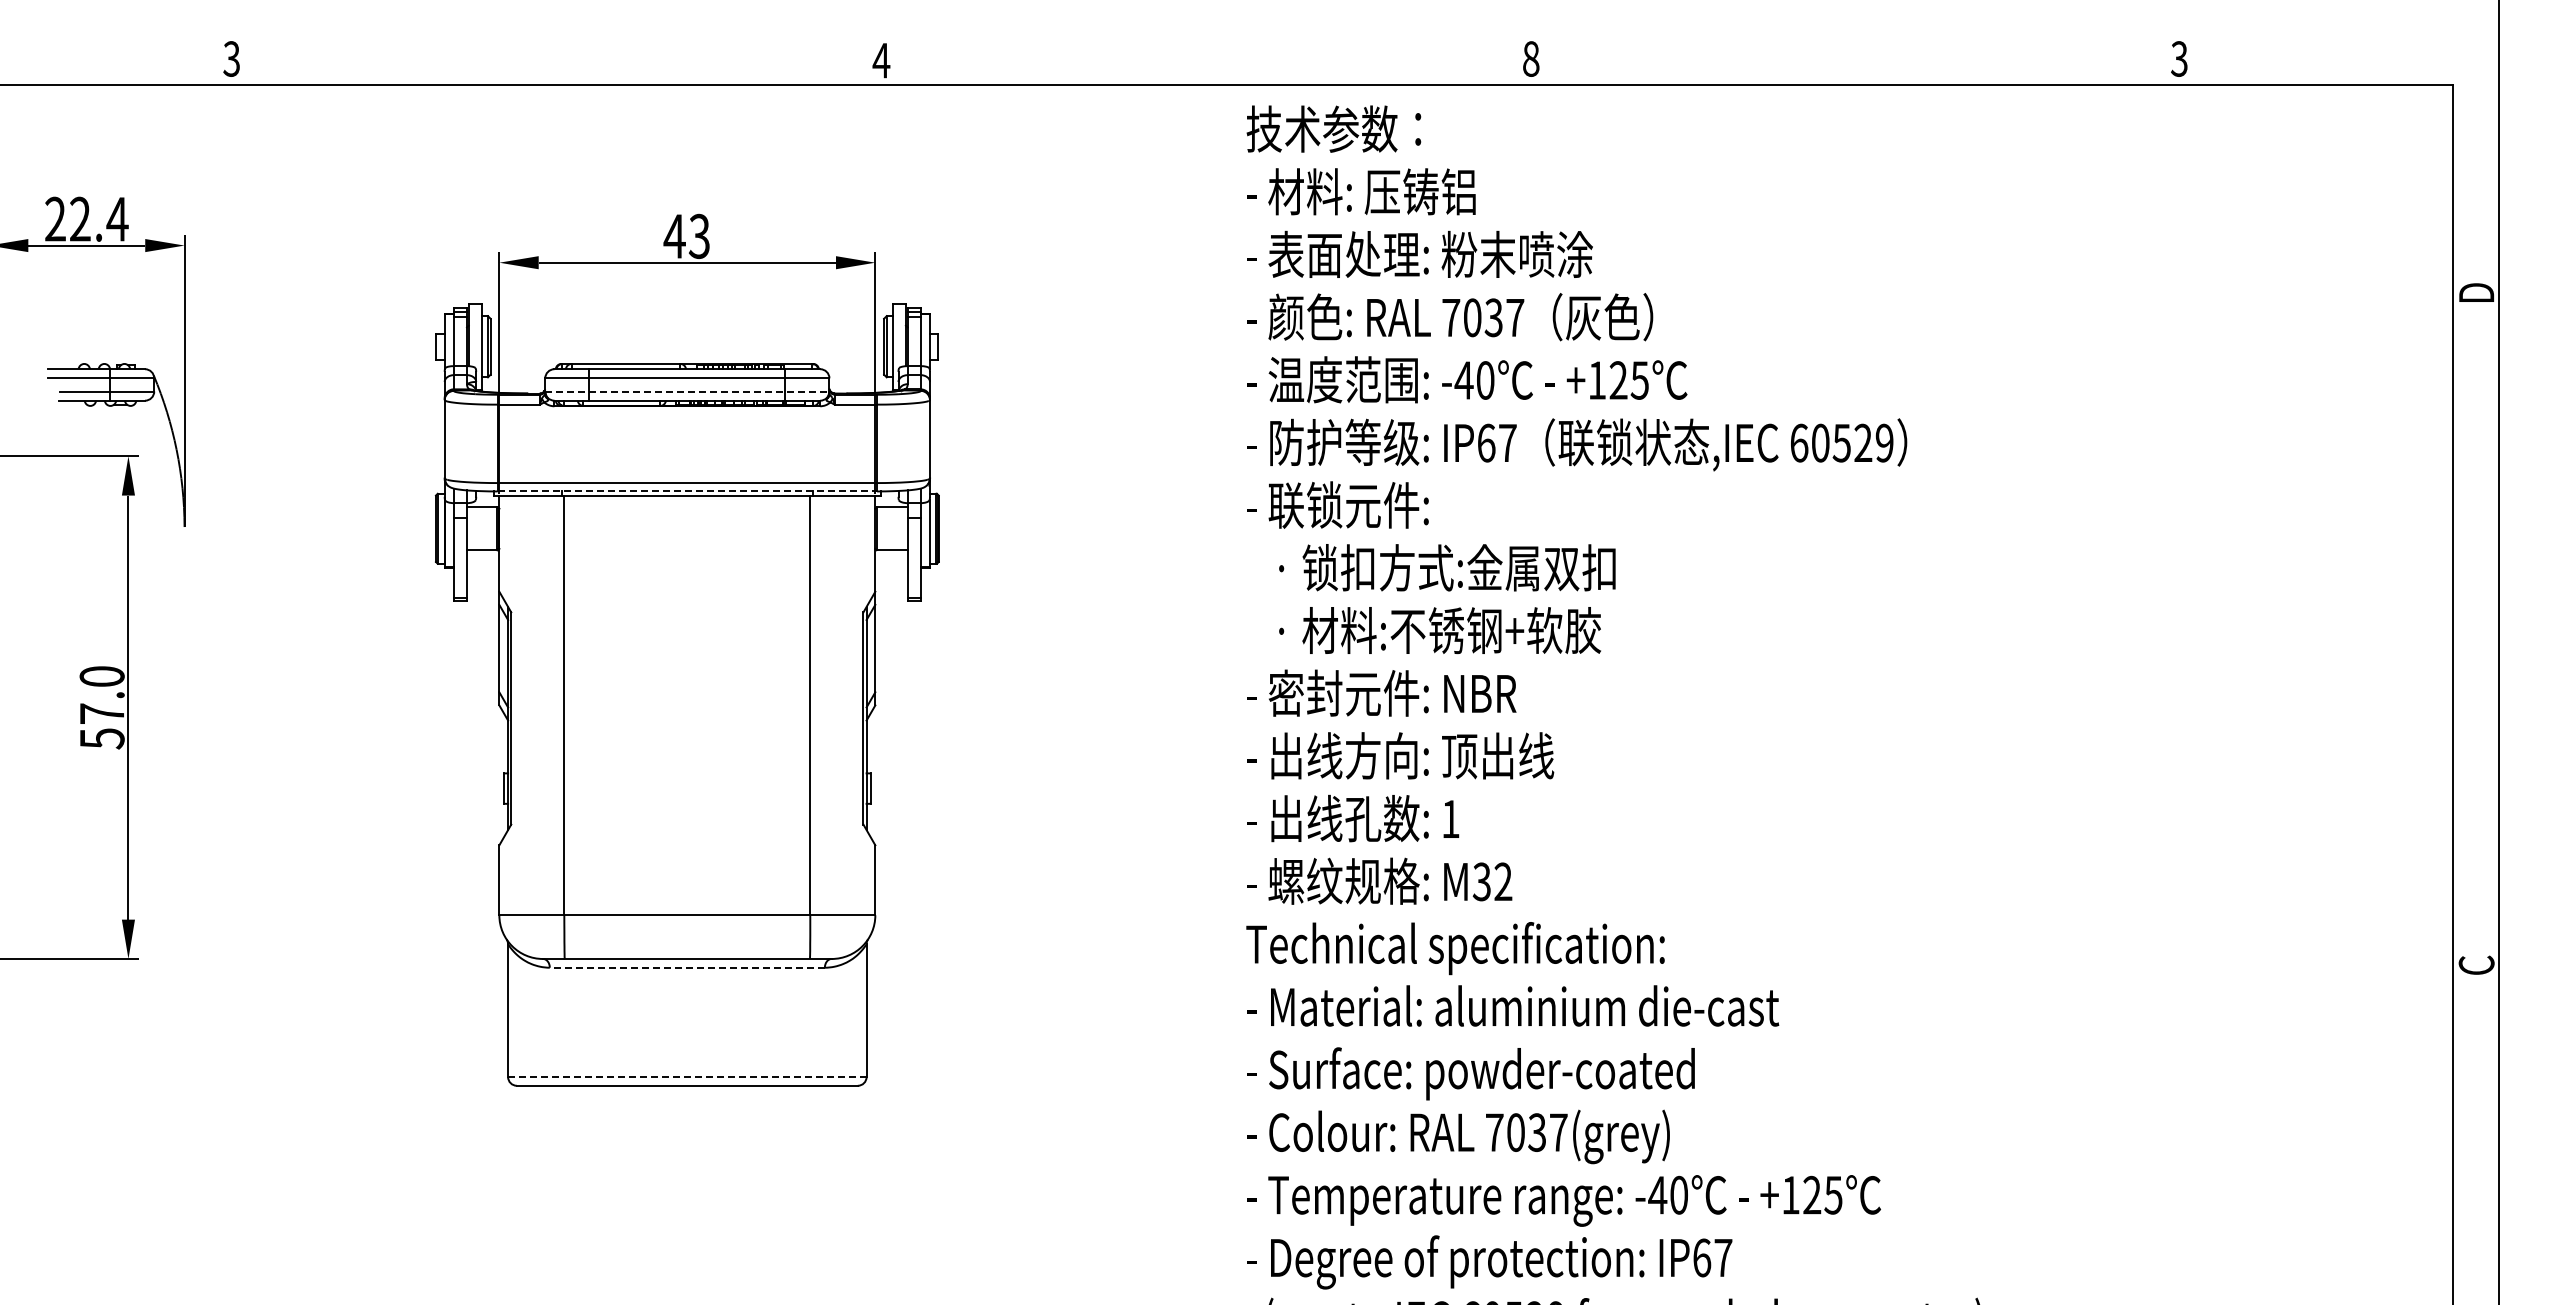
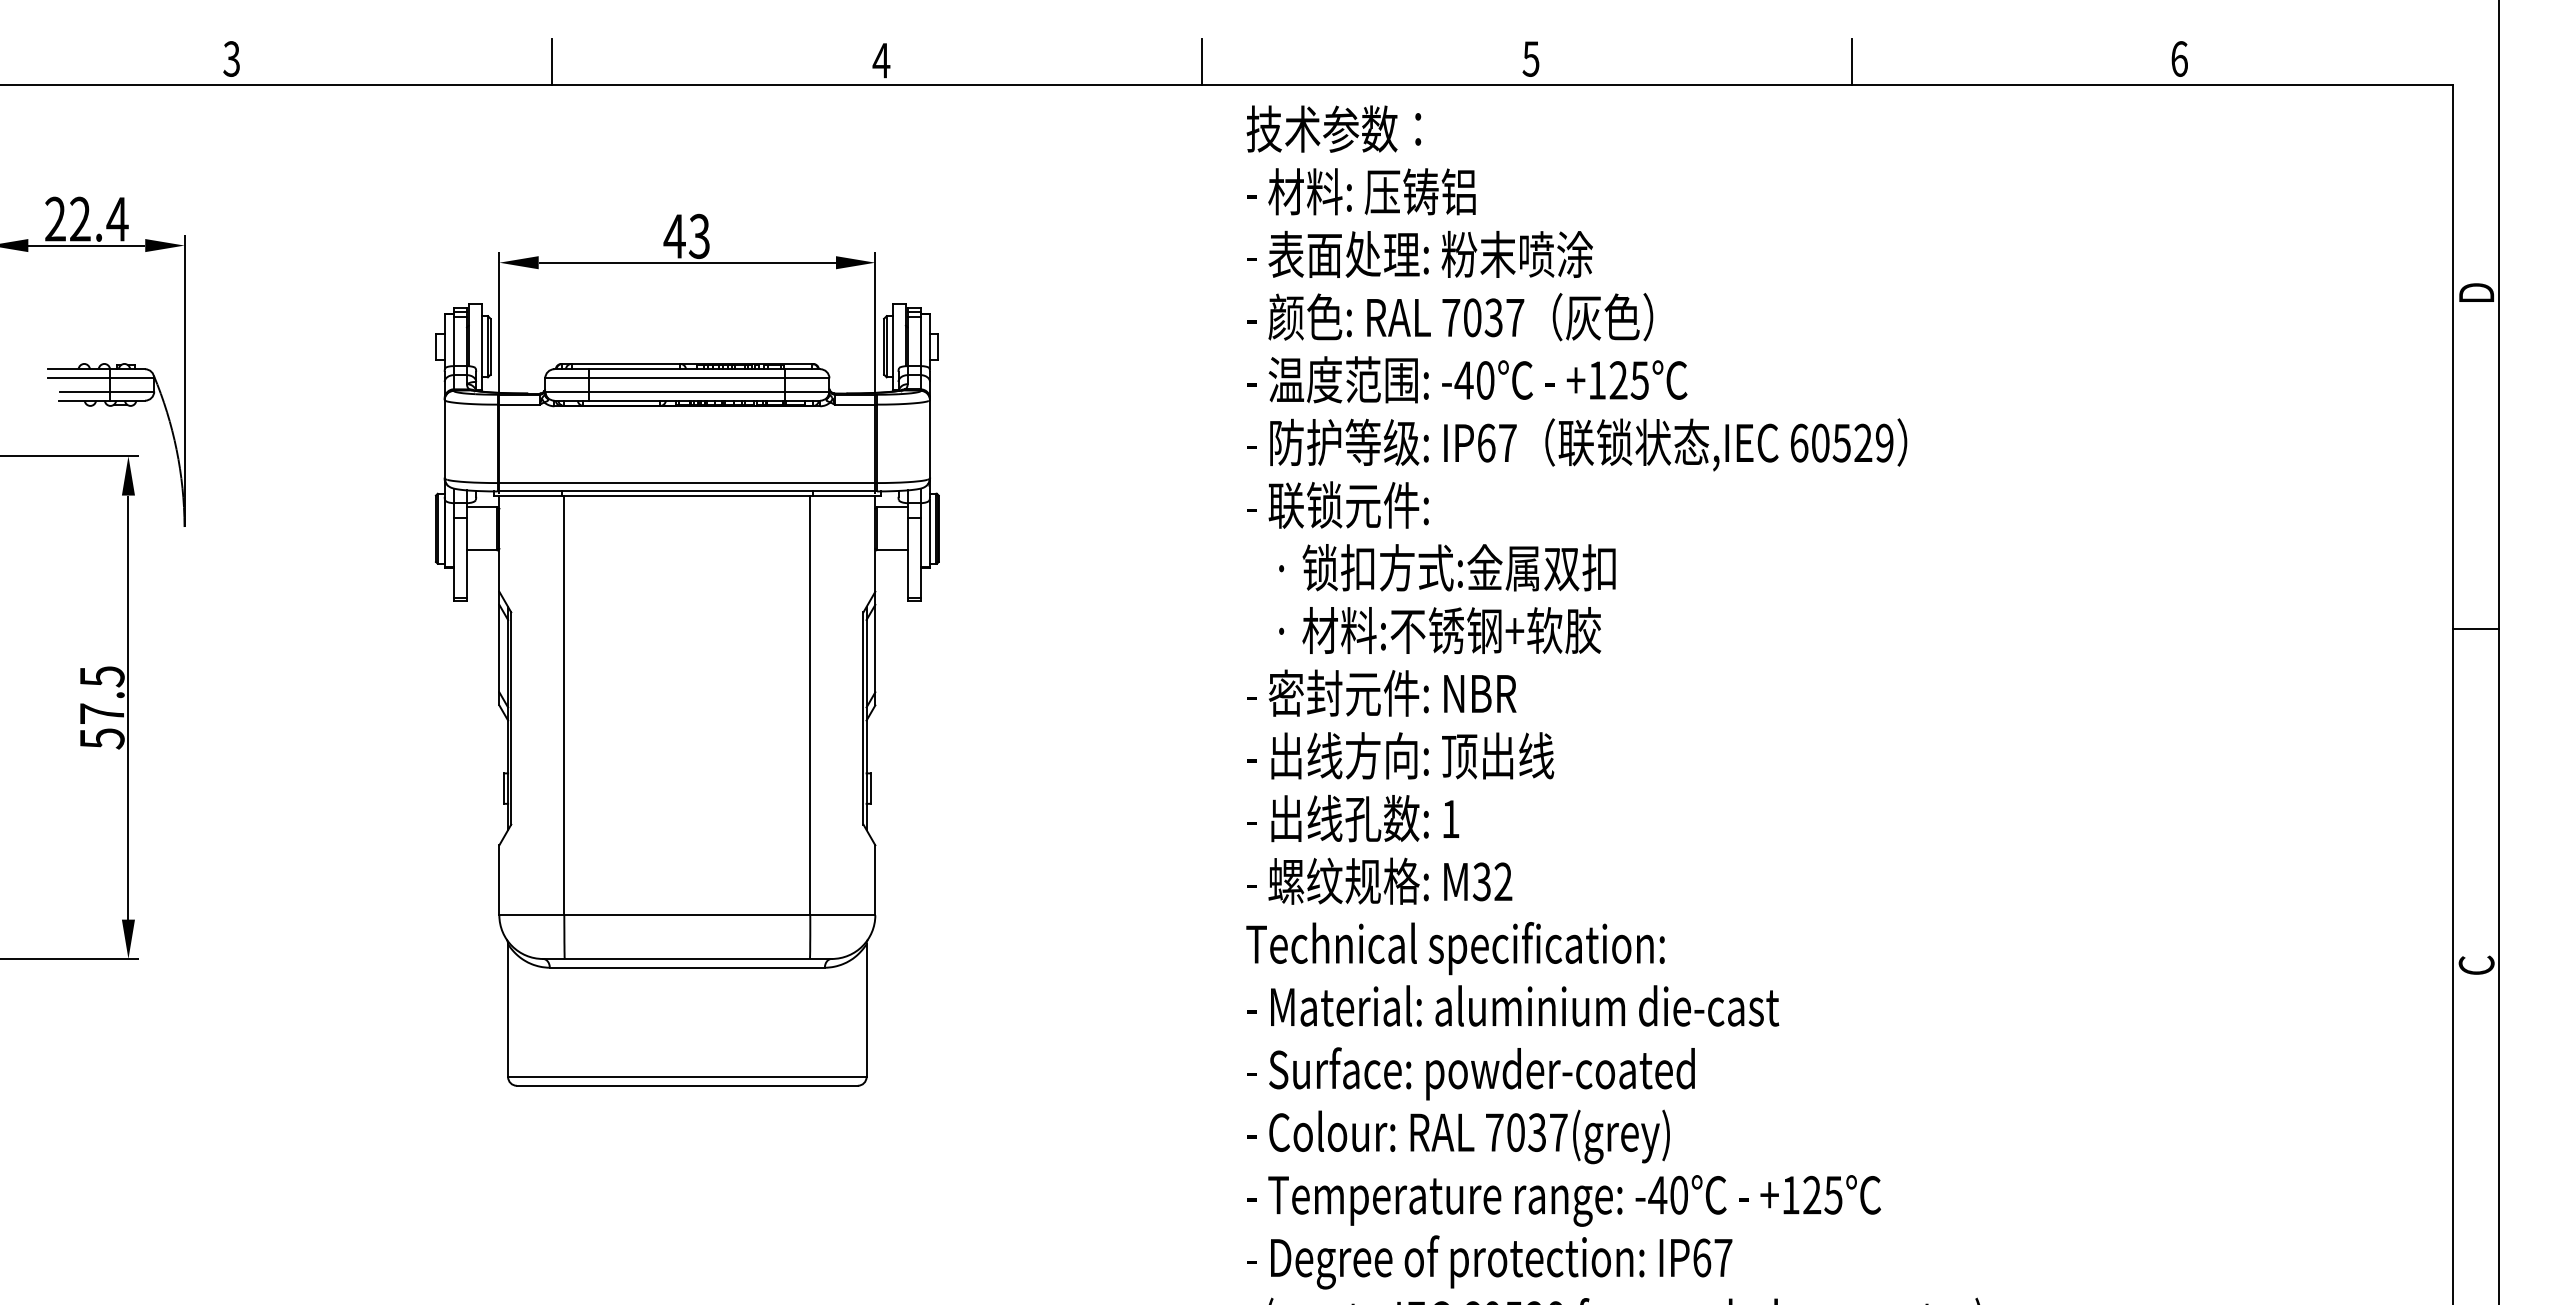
text at (1530, 58): 8 -> 5
text at (2179, 58): 3 -> 6
line at (552, 62): none -> present
line at (1202, 62): none -> present
line at (1851, 62): none -> present
line at (687, 391): dashed -> solid
line at (687, 491): dashed -> solid
line at (2475, 629): none -> present
text at (101, 676): 57.0 -> 57.5
line at (687, 967): dashed -> solid
line at (687, 1077): dashed -> solid
